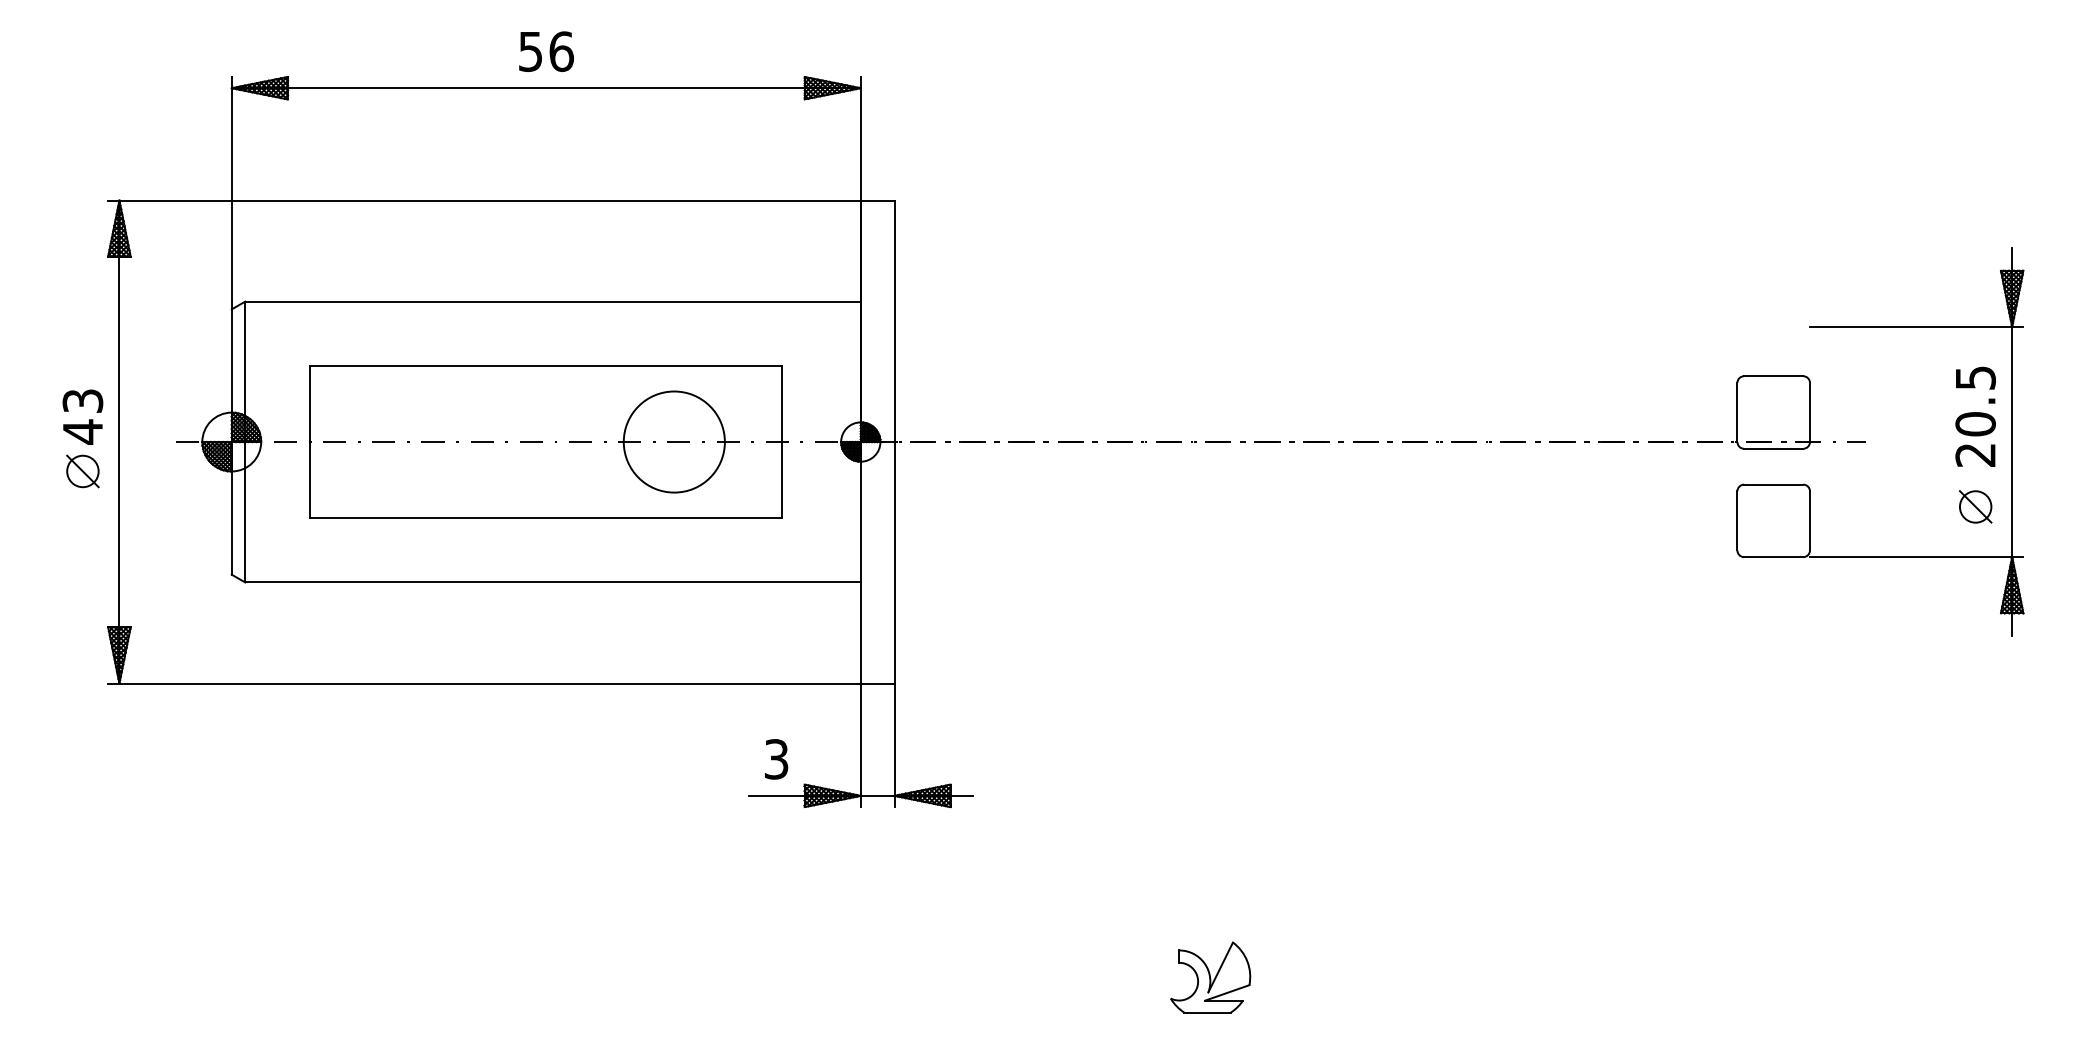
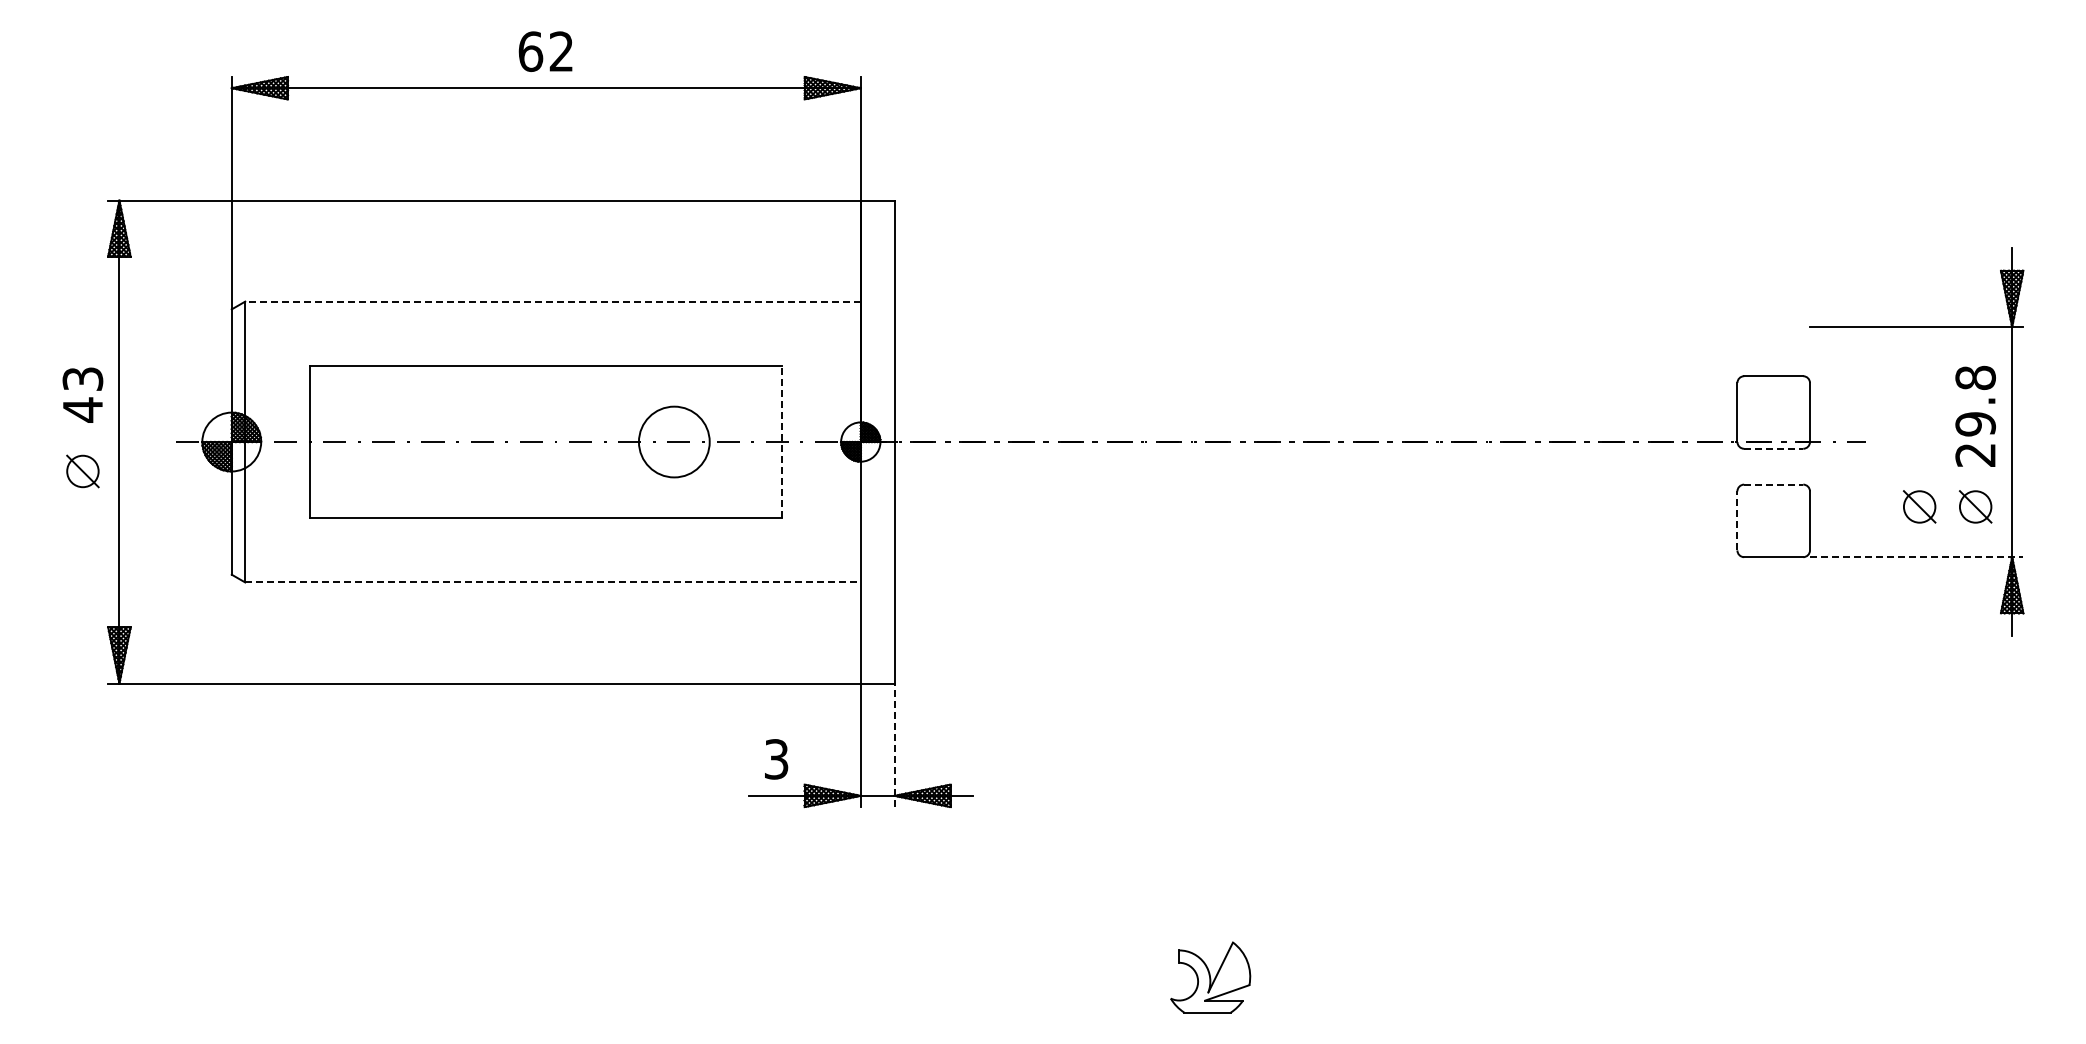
text at (546, 51): 56 -> 62
line at (553, 301): solid -> dashed
text at (1975, 400): 20.5 -> 29.8
text at (82, 416) position: (82, 416) -> (82, 394)
circle at (673, 441) diameter: 101 px -> 71 px
line at (782, 441): solid -> dashed
line at (1773, 448): solid -> dashed
line at (1773, 484): solid -> dashed
part at (1919, 506): none -> present
line at (1737, 520): solid -> dashed
line at (1916, 557): solid -> dashed
line at (553, 582): solid -> dashed
line at (894, 745): solid -> dashed
